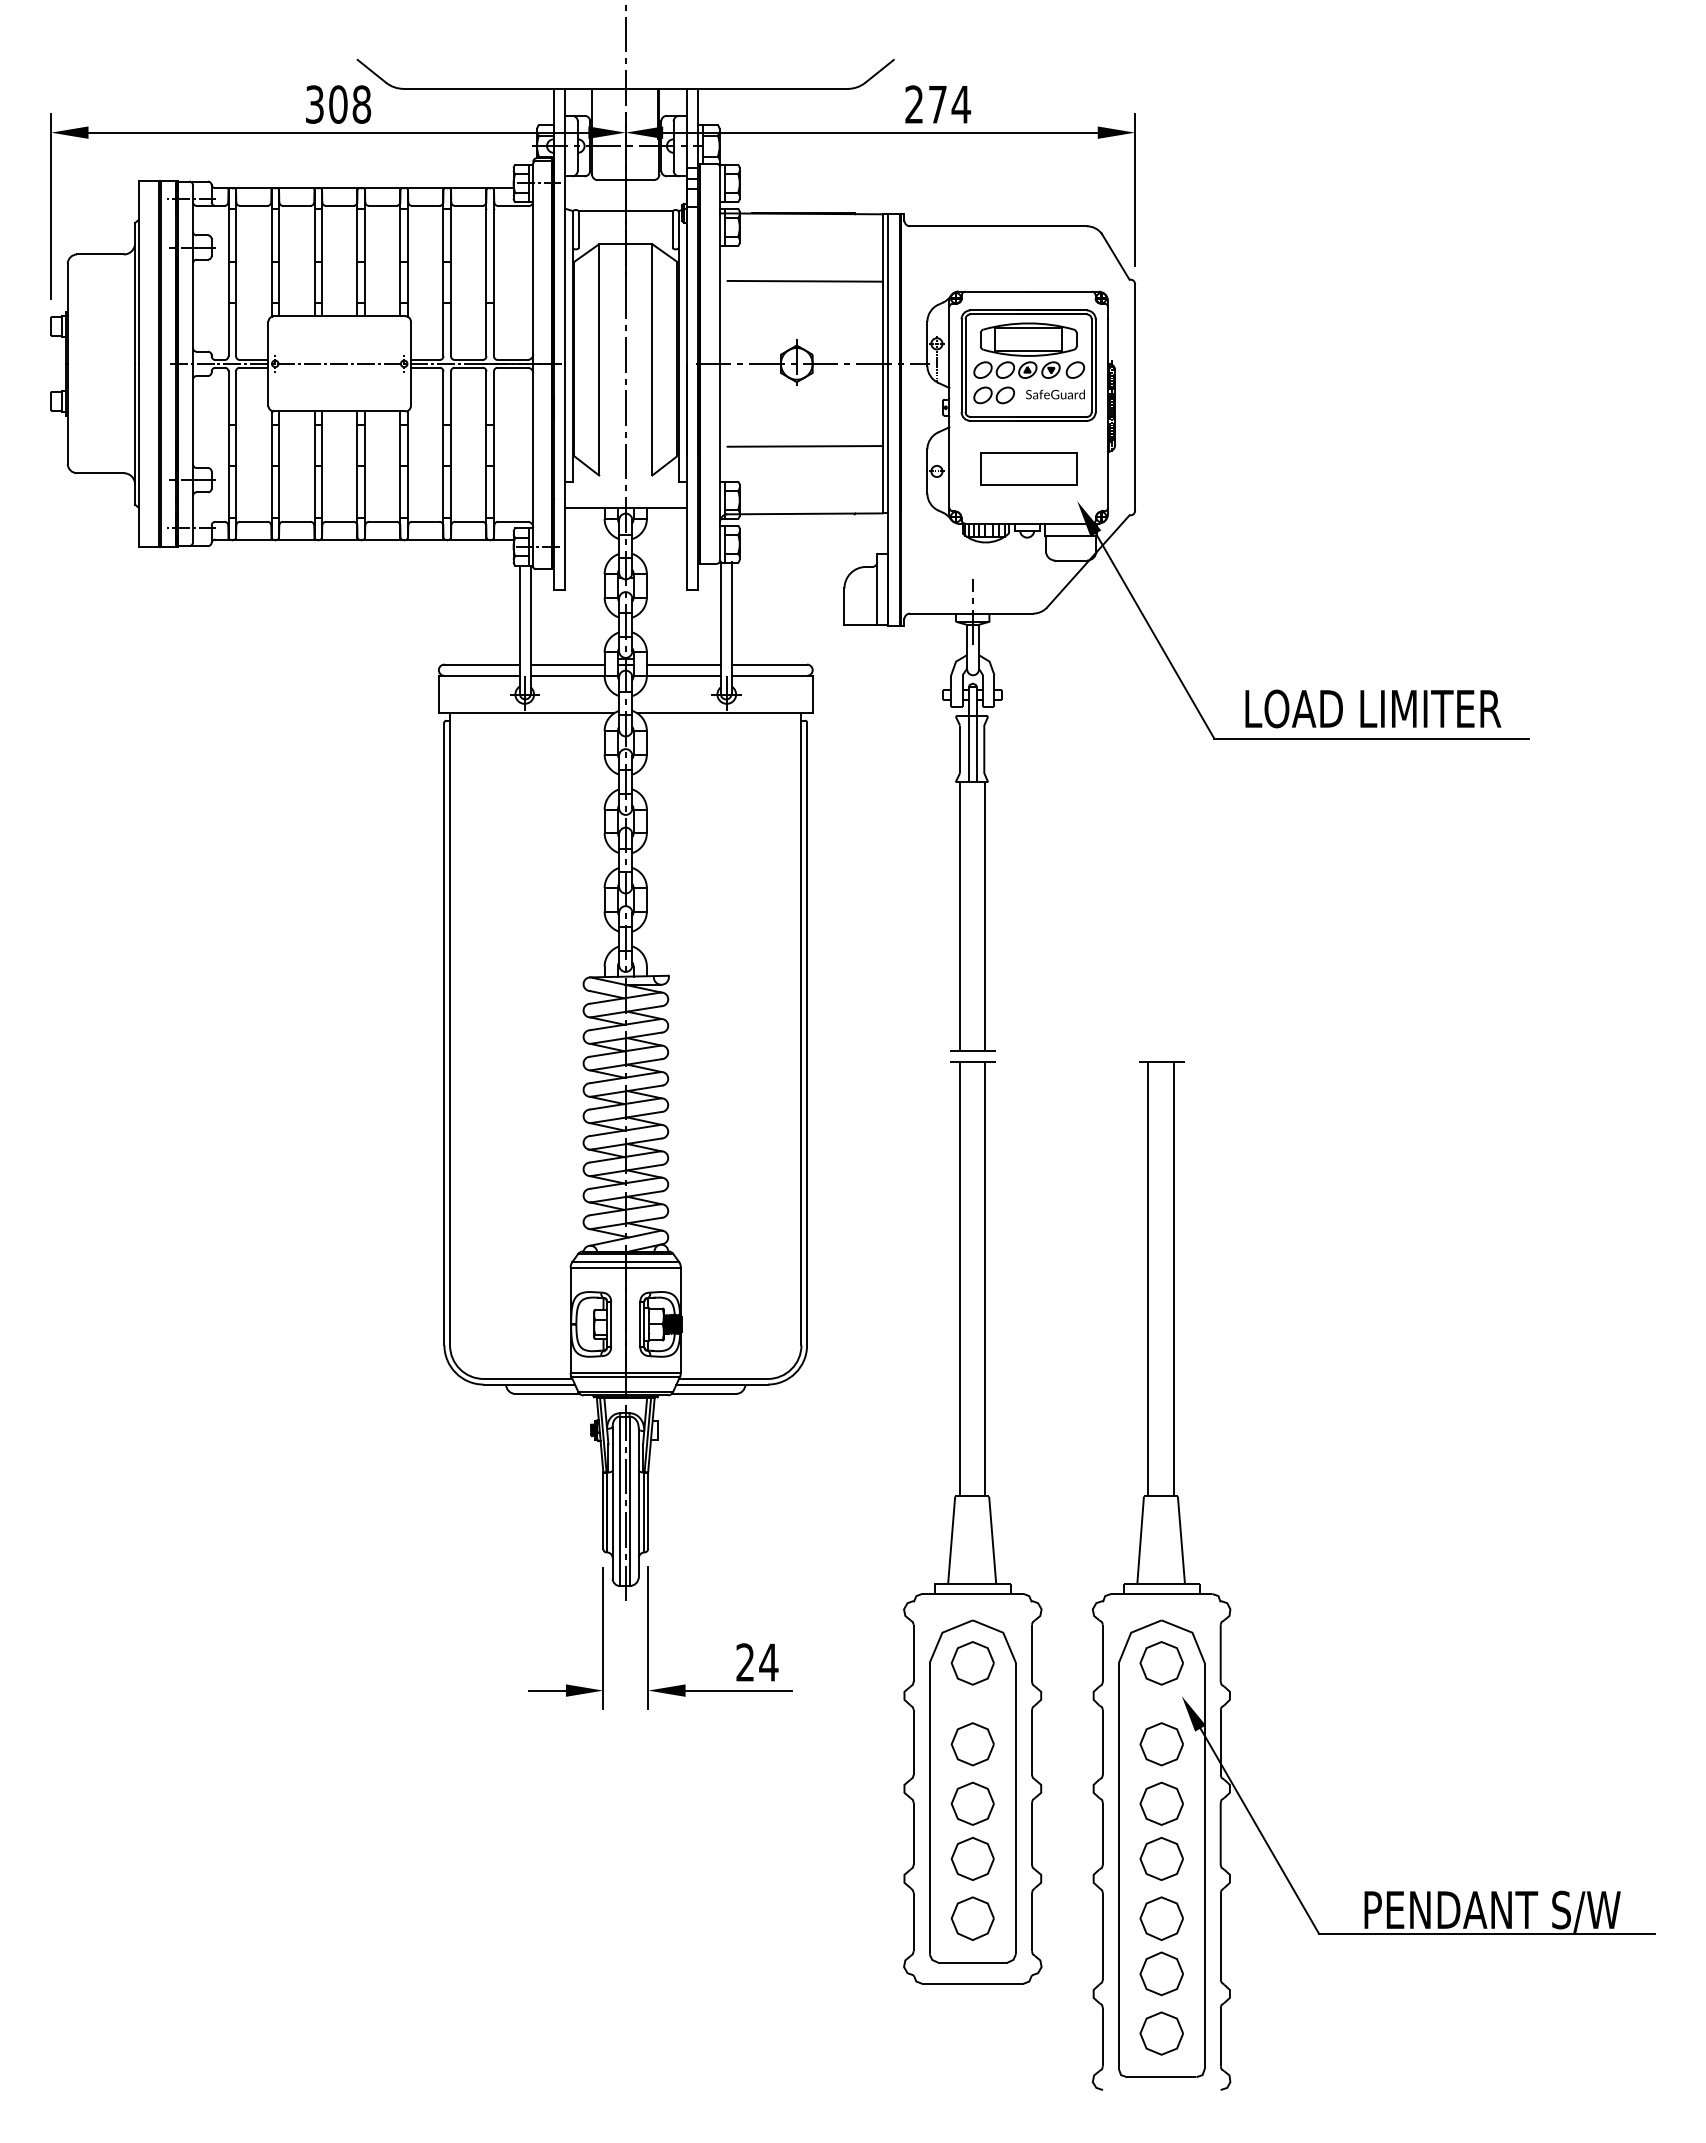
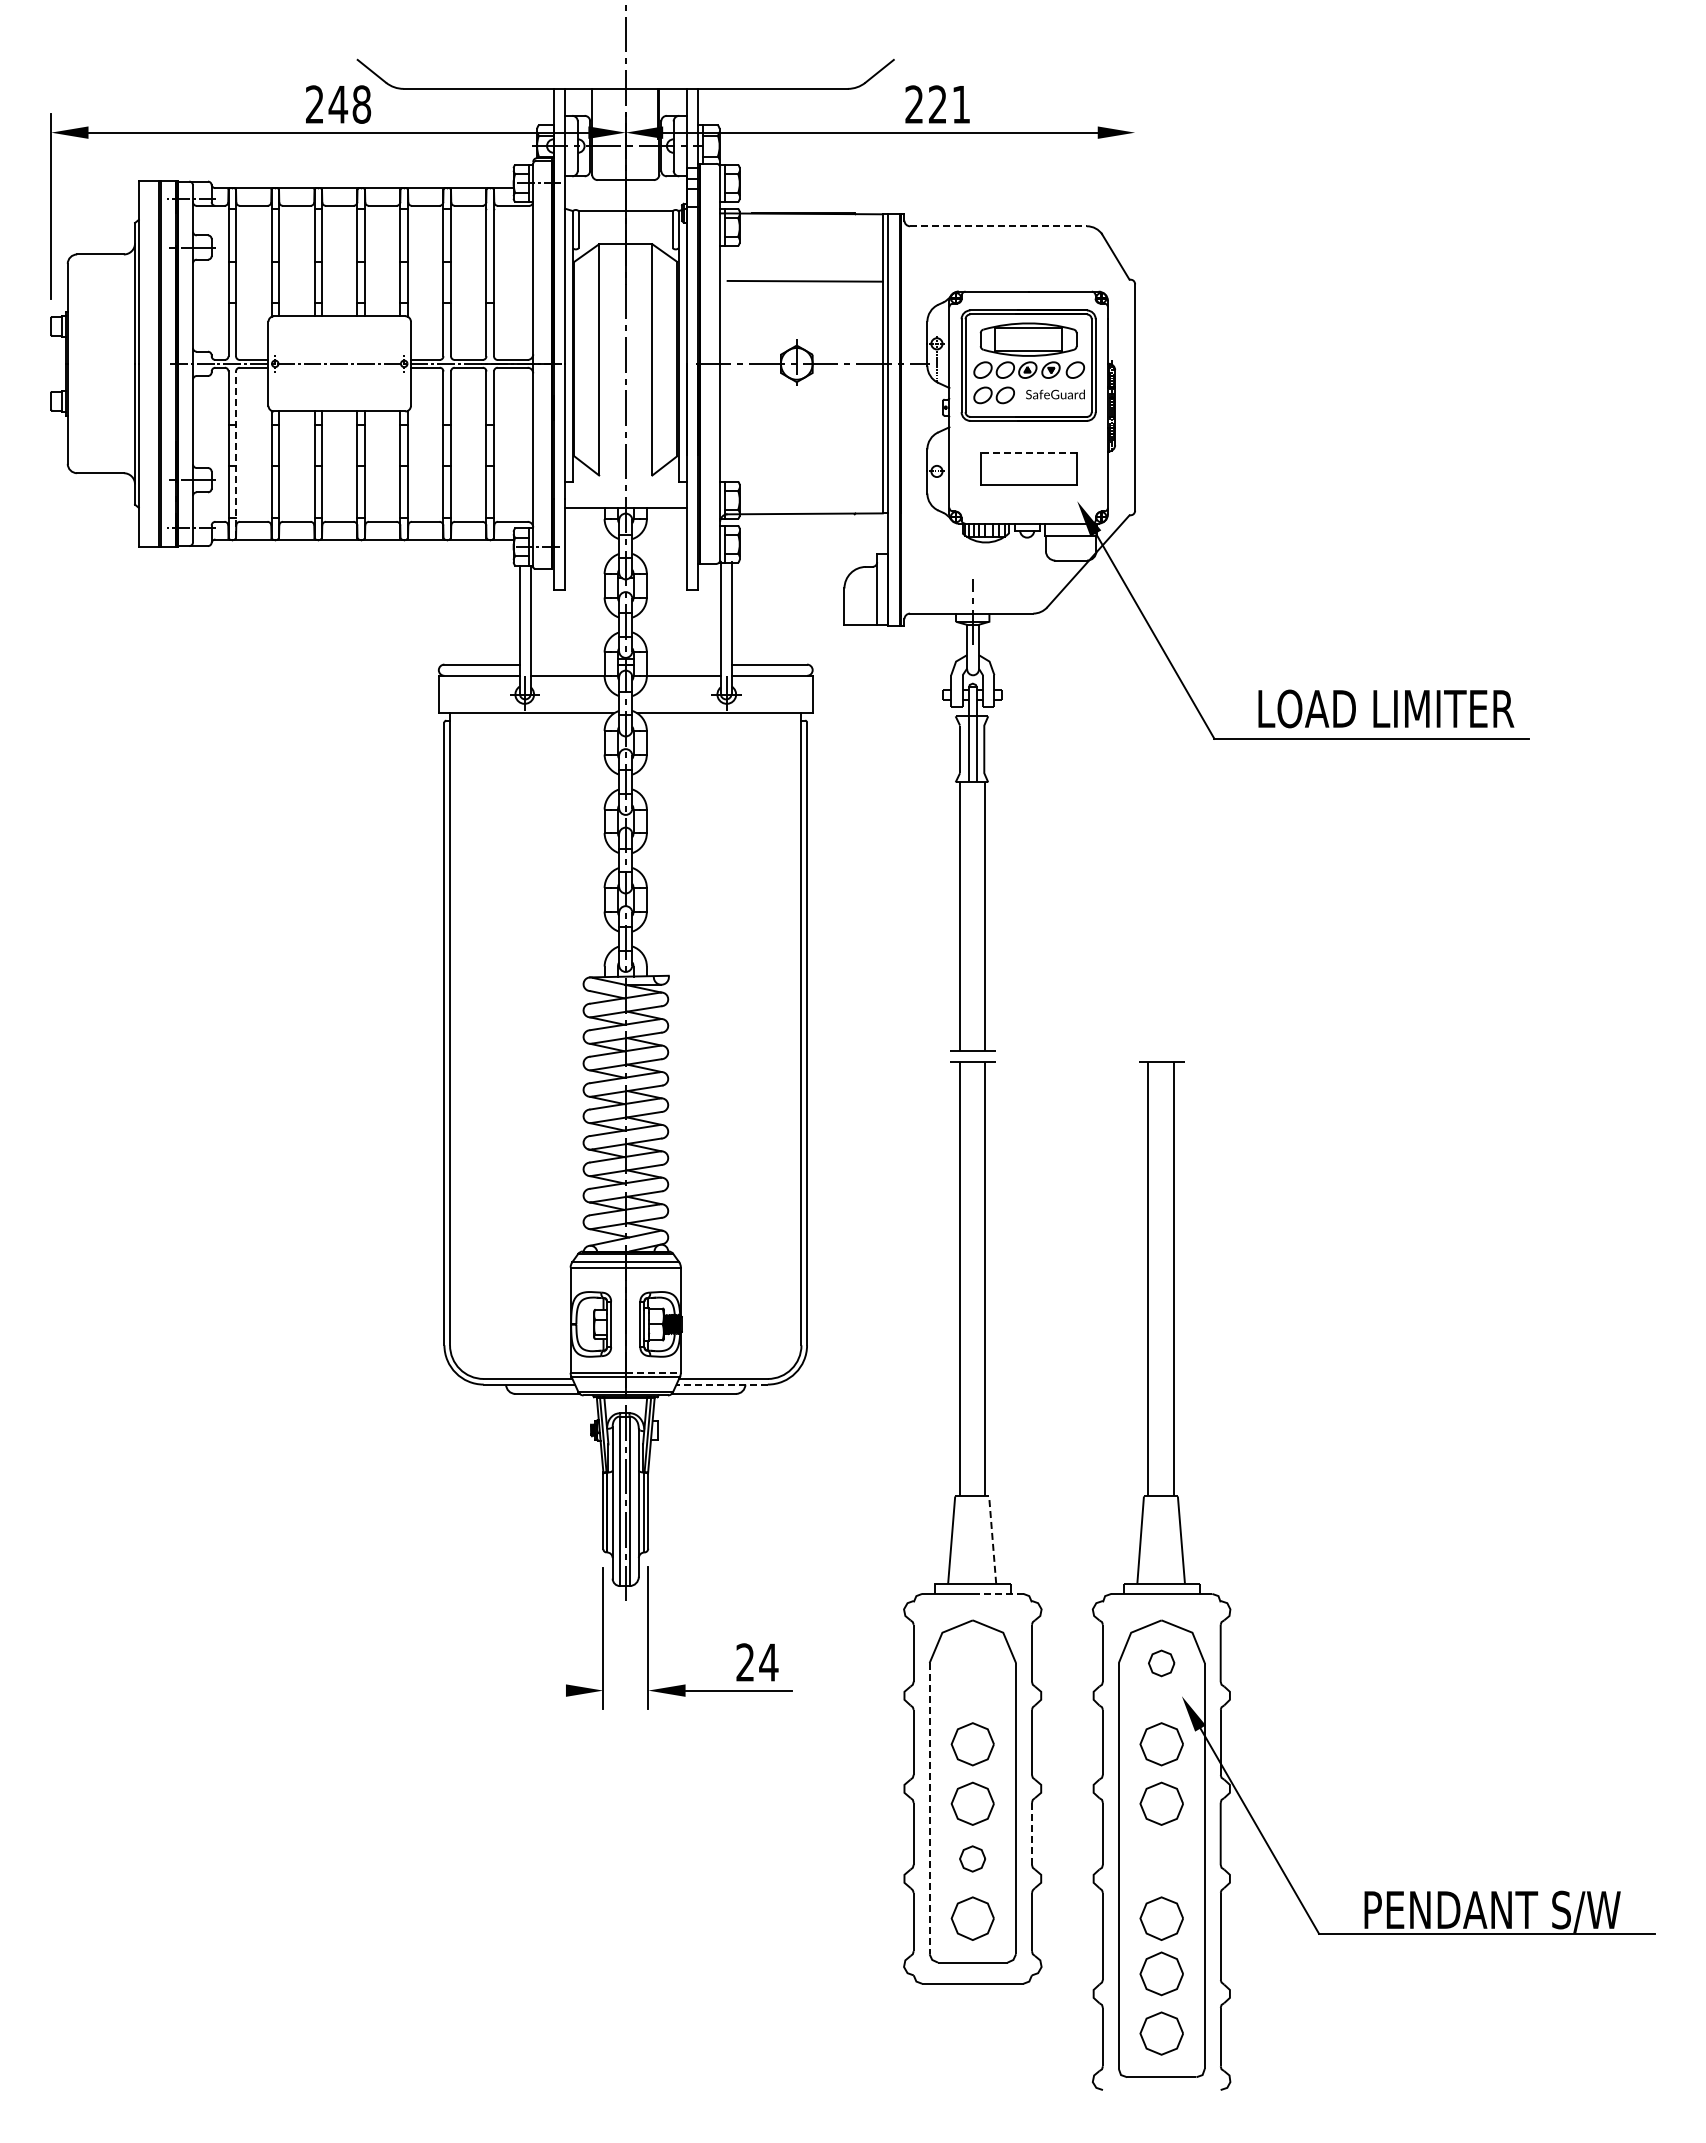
text at (327, 104): 308 -> 248
text at (950, 104): 274 -> 221
line at (1135, 189): present -> none
line at (998, 226): solid -> dashed
line at (804, 446): present -> none
line at (1028, 452): solid -> dashed
line at (236, 454): solid -> dashed
line at (567, 664): present -> none
line at (683, 664): present -> none
text at (1373, 708) position: (1373, 708) -> (1386, 708)
line at (653, 1372): solid -> dashed
line at (722, 1384): solid -> dashed
line at (992, 1540): solid -> dashed
line at (997, 1593): solid -> dashed
part at (972, 1663): present -> none
part at (1161, 1663) size: 45x45 px -> 28x29 px
line at (546, 1690): present -> none
line at (929, 1808): solid -> dashed
line at (1031, 1833): solid -> dashed
part at (972, 1858) size: 45x44 px -> 28x28 px
part at (1161, 1858): present -> none
